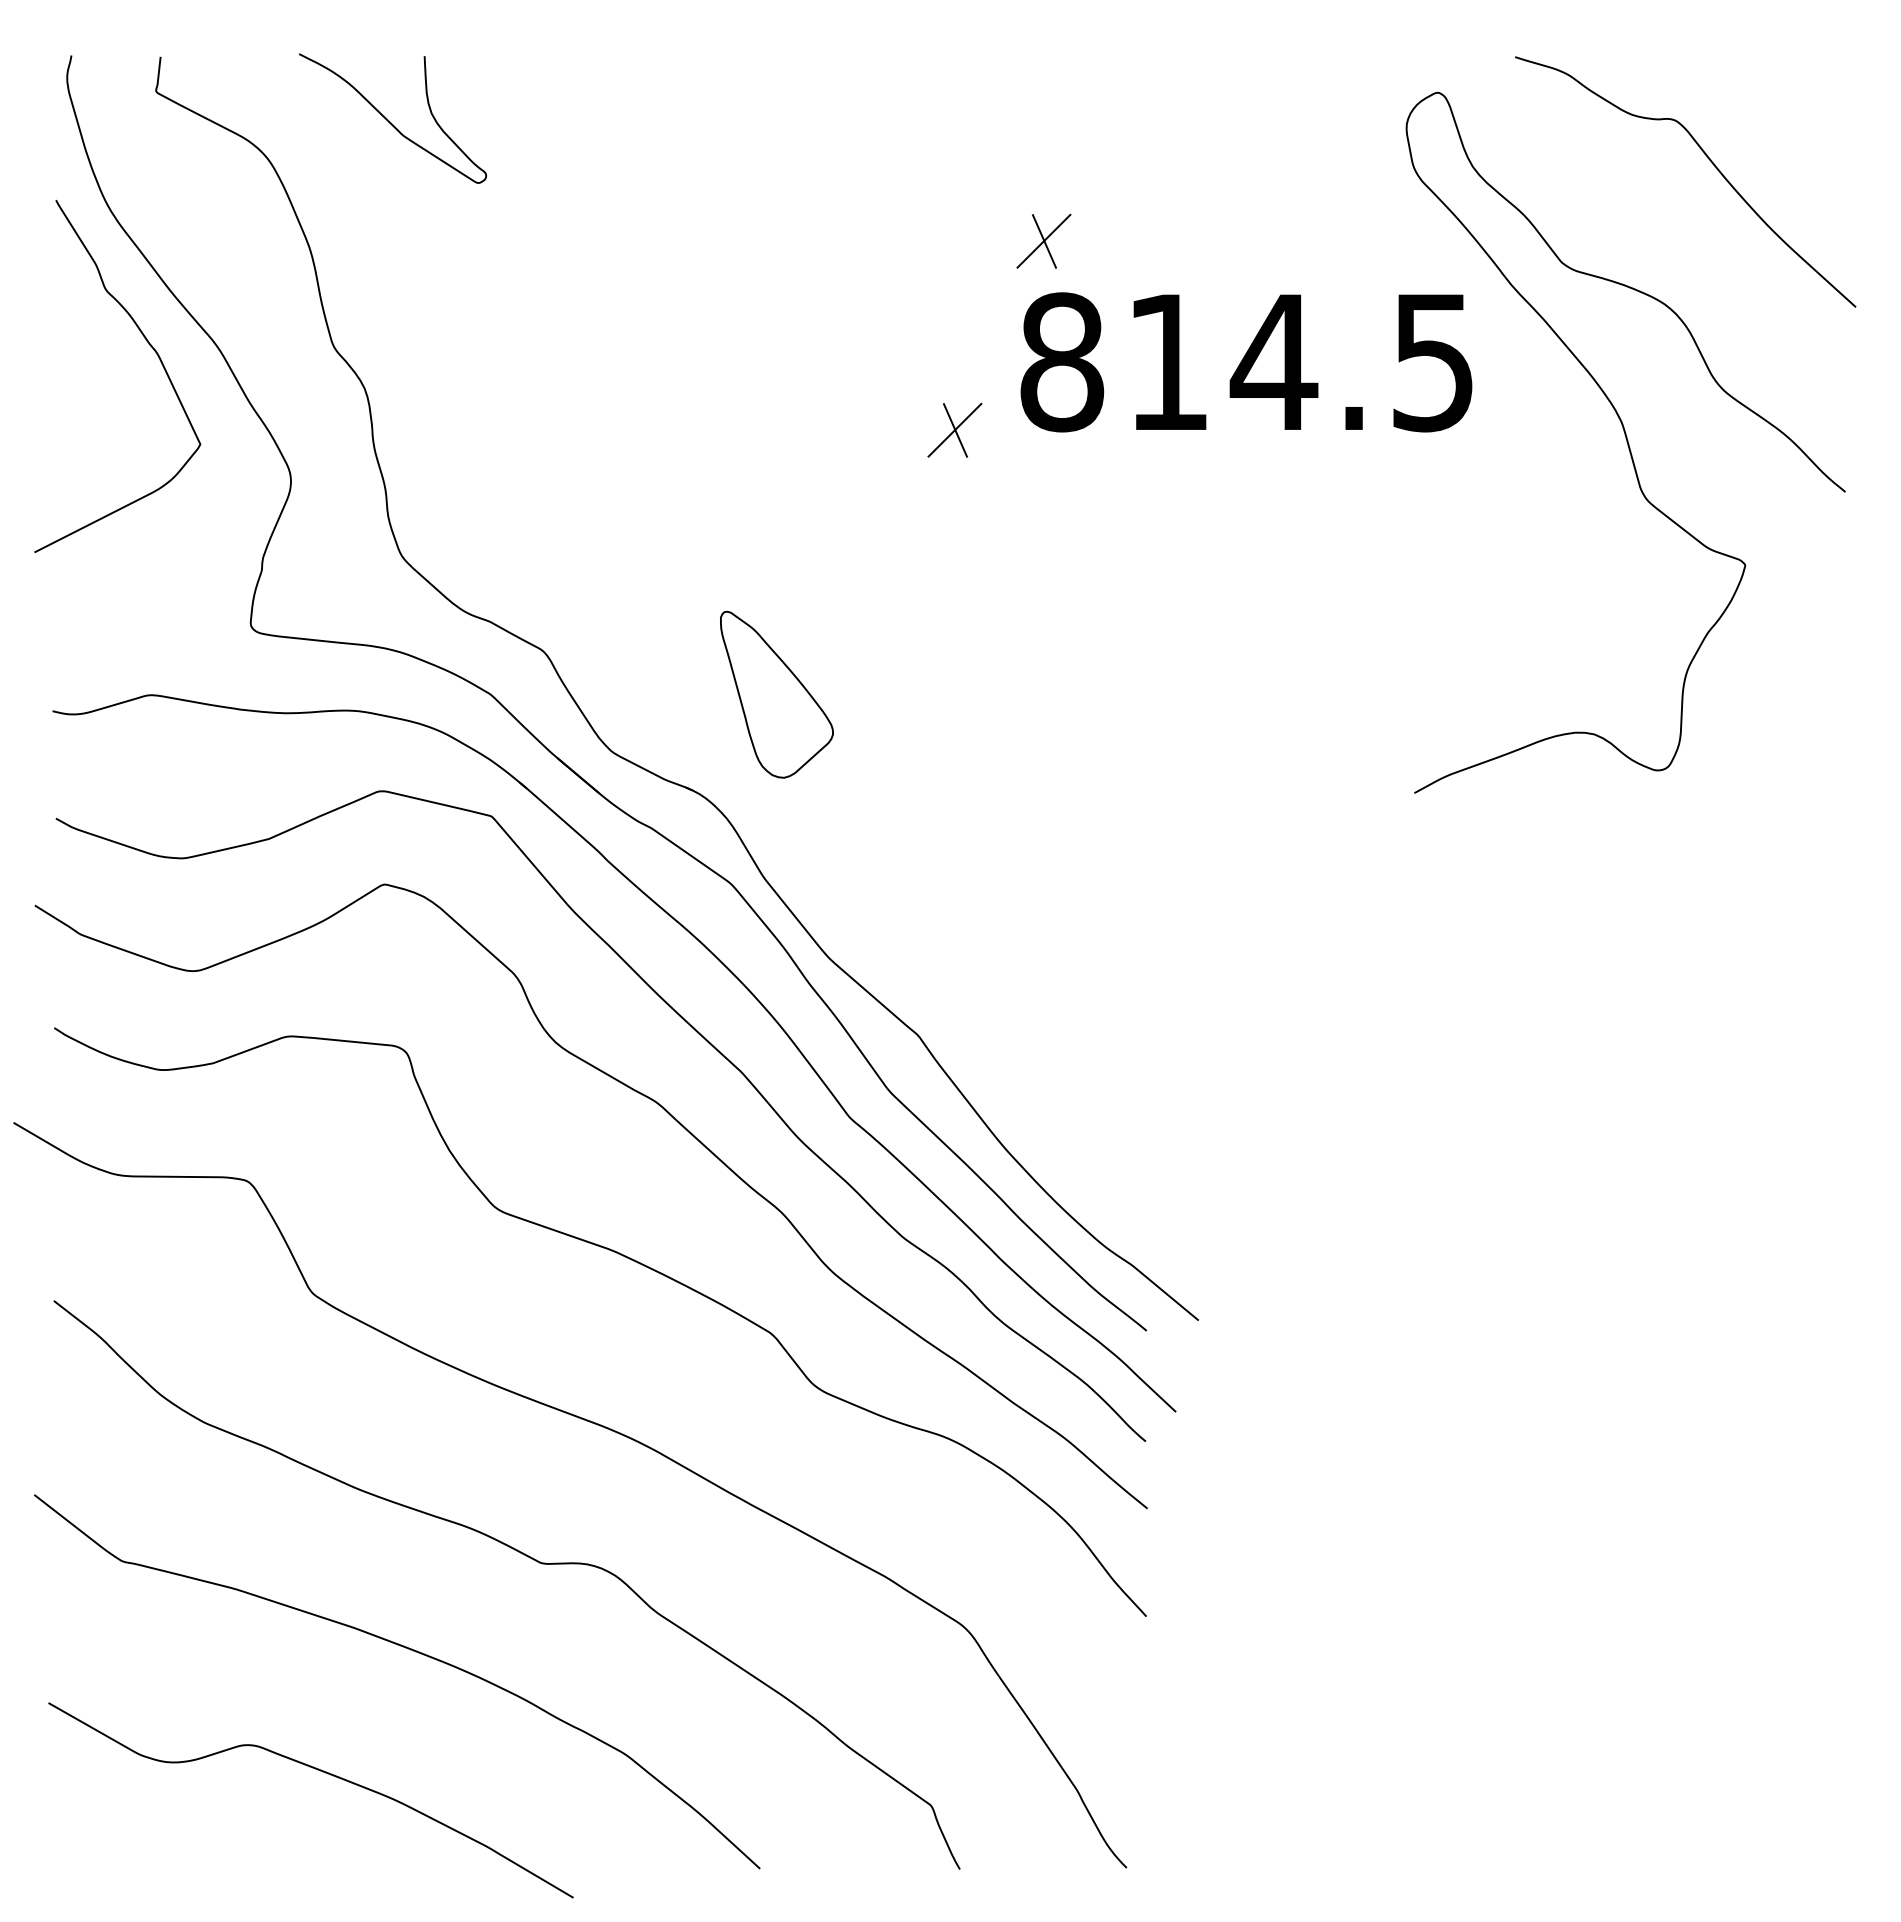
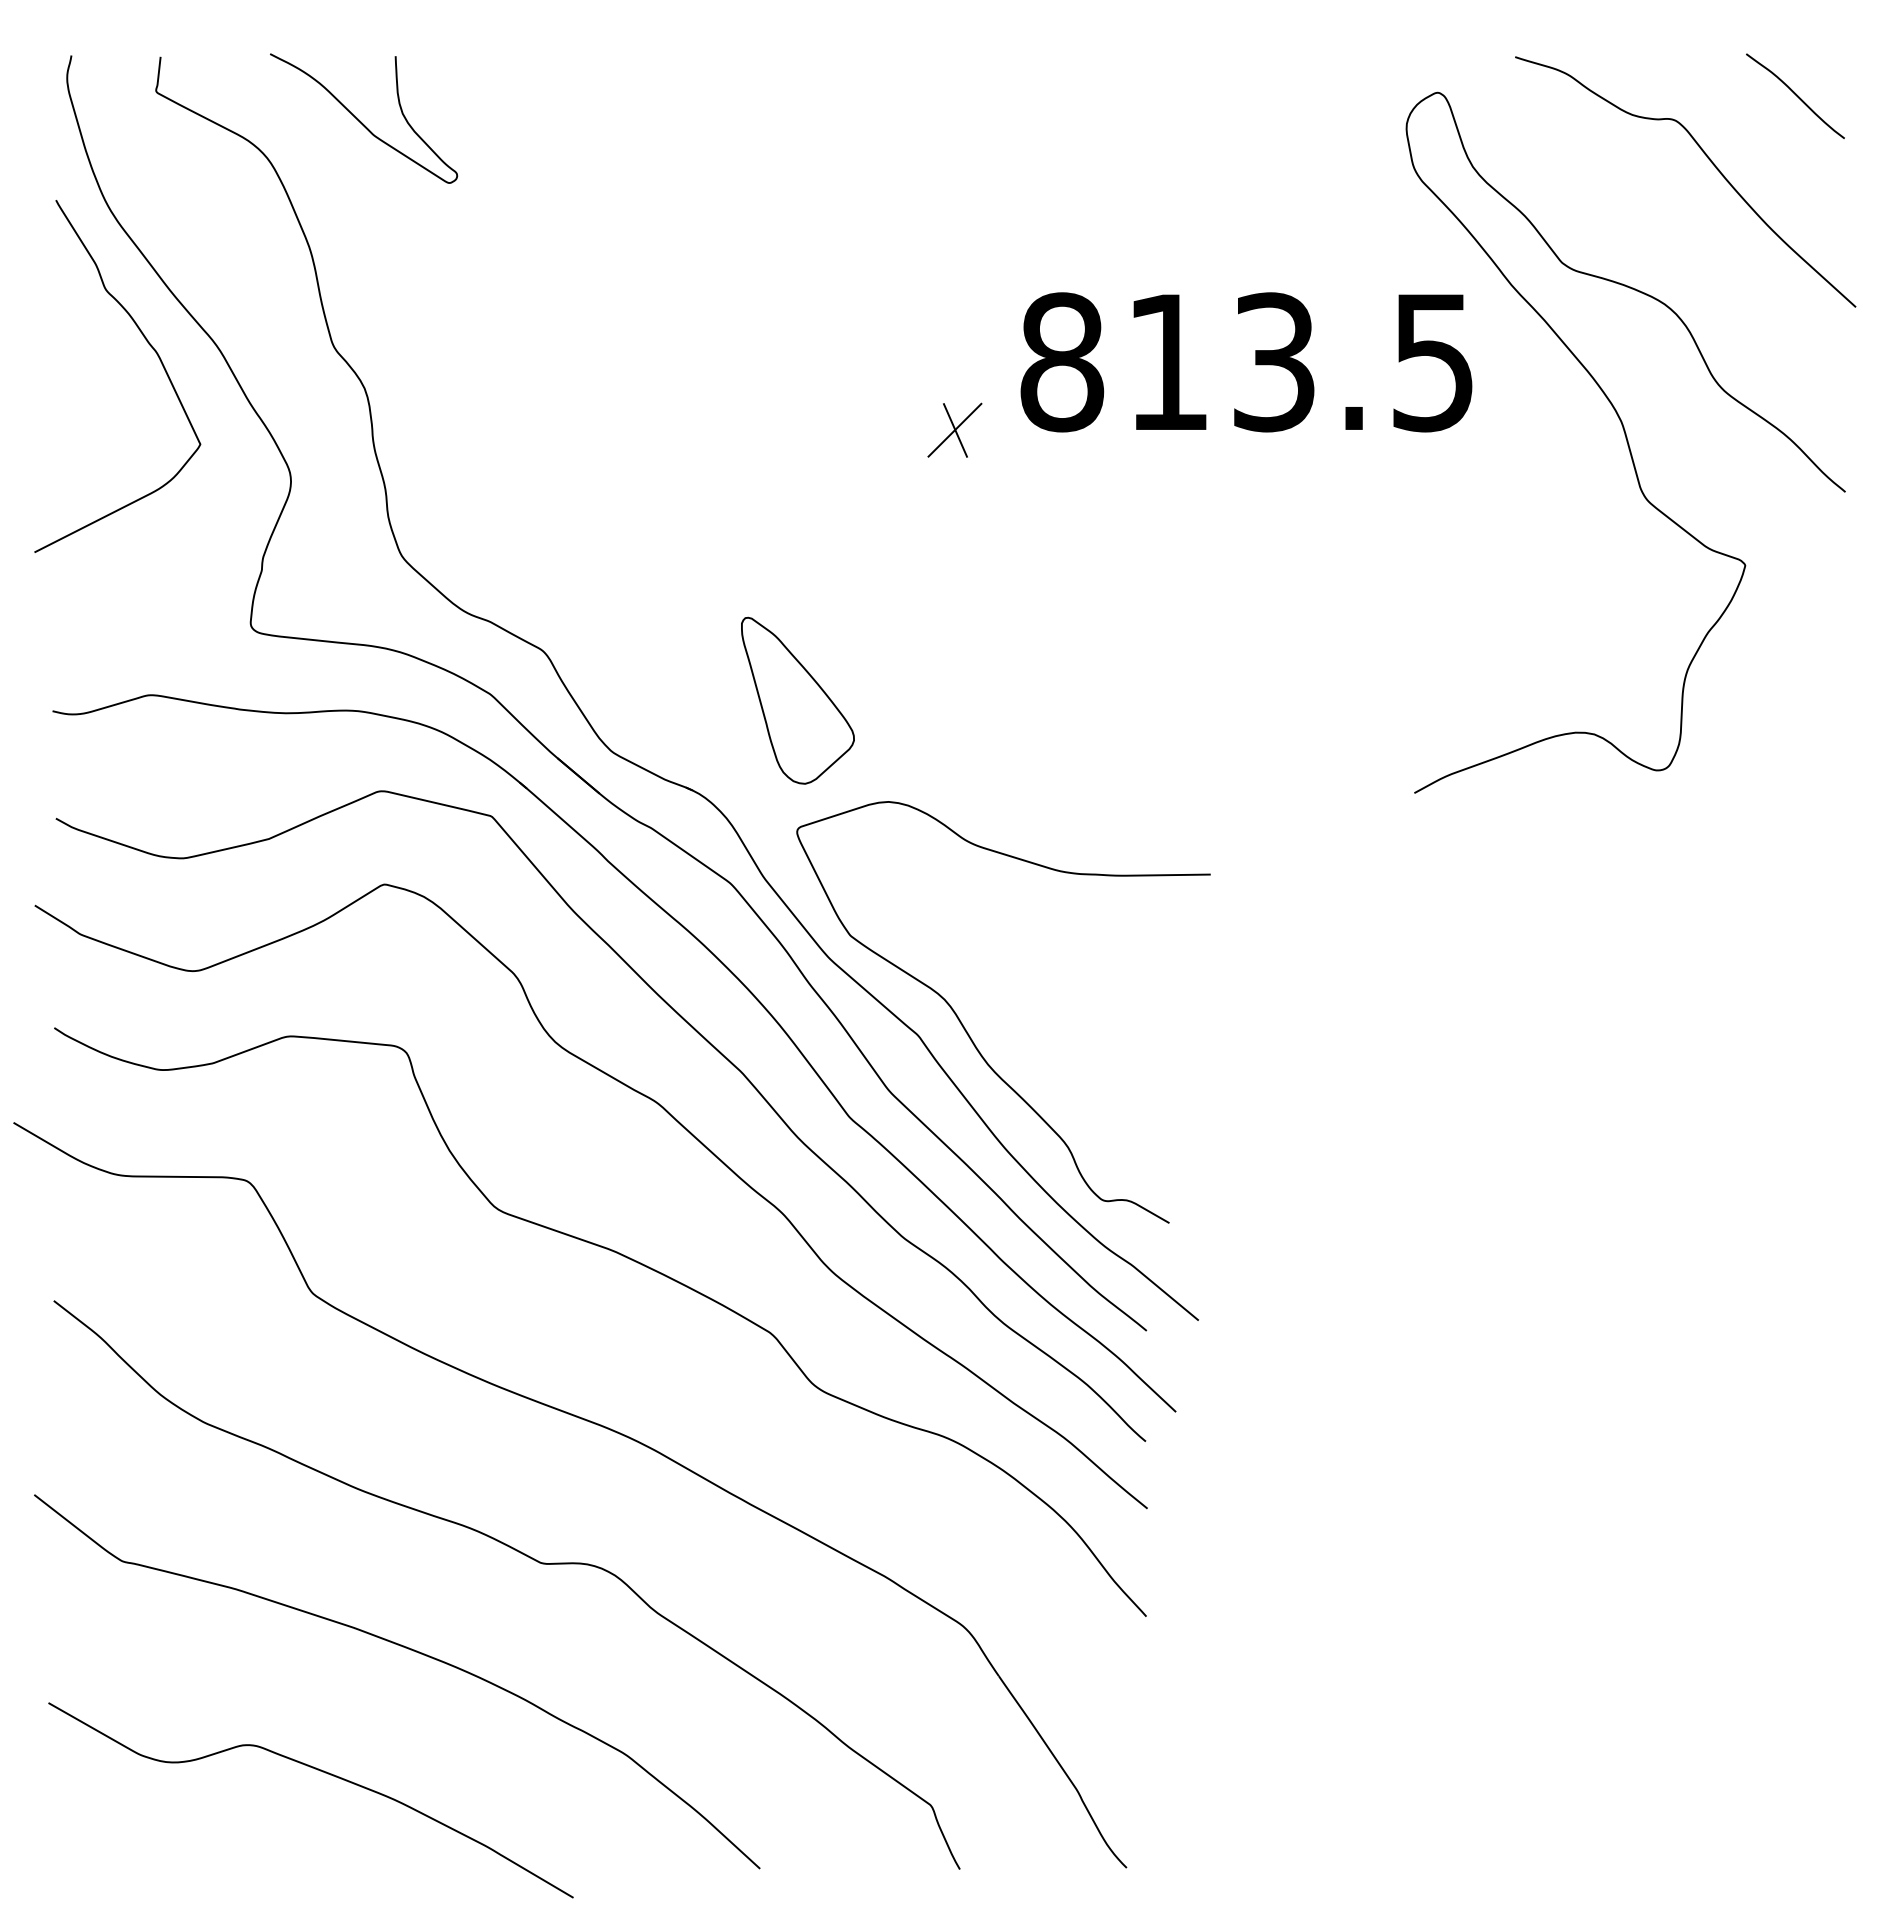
curve at (1795, 95): none -> present
curve at (390, 121) position: (390, 121) -> (361, 121)
part at (1043, 240): present -> none
text at (1273, 362): 814.5 -> 813.5
part at (776, 694) position: (776, 694) -> (797, 700)
curve at (969, 1034): none -> present
